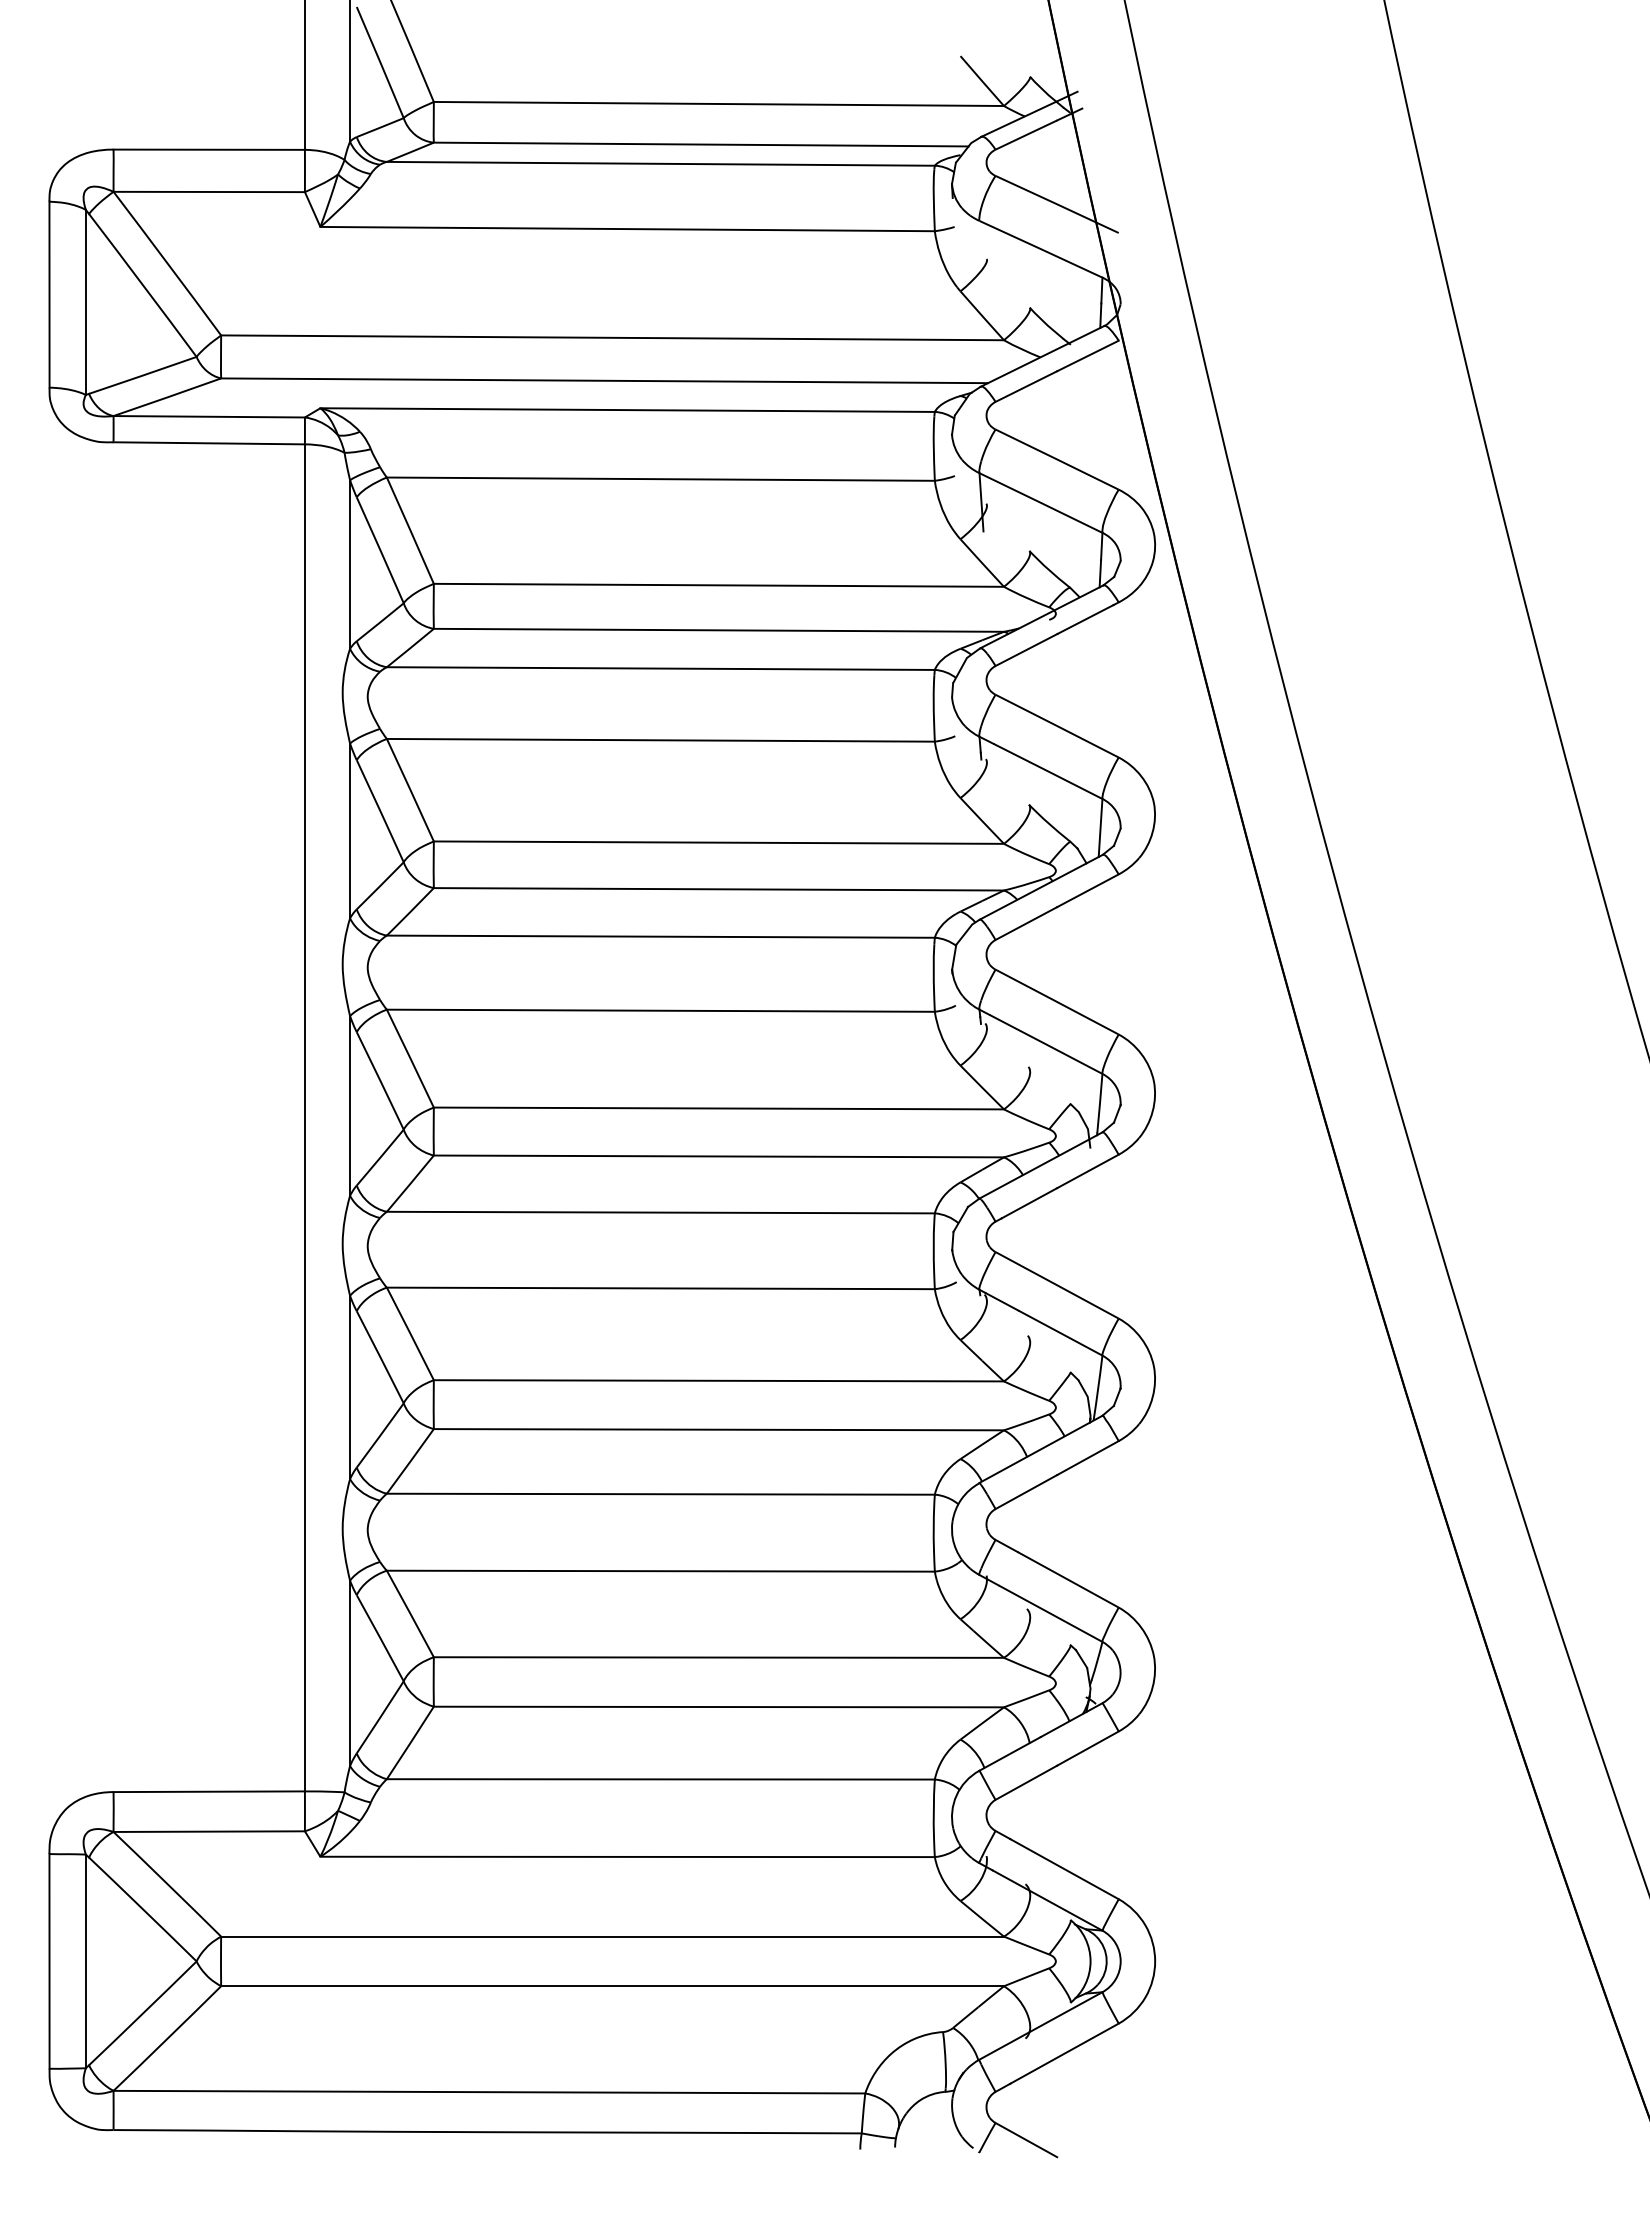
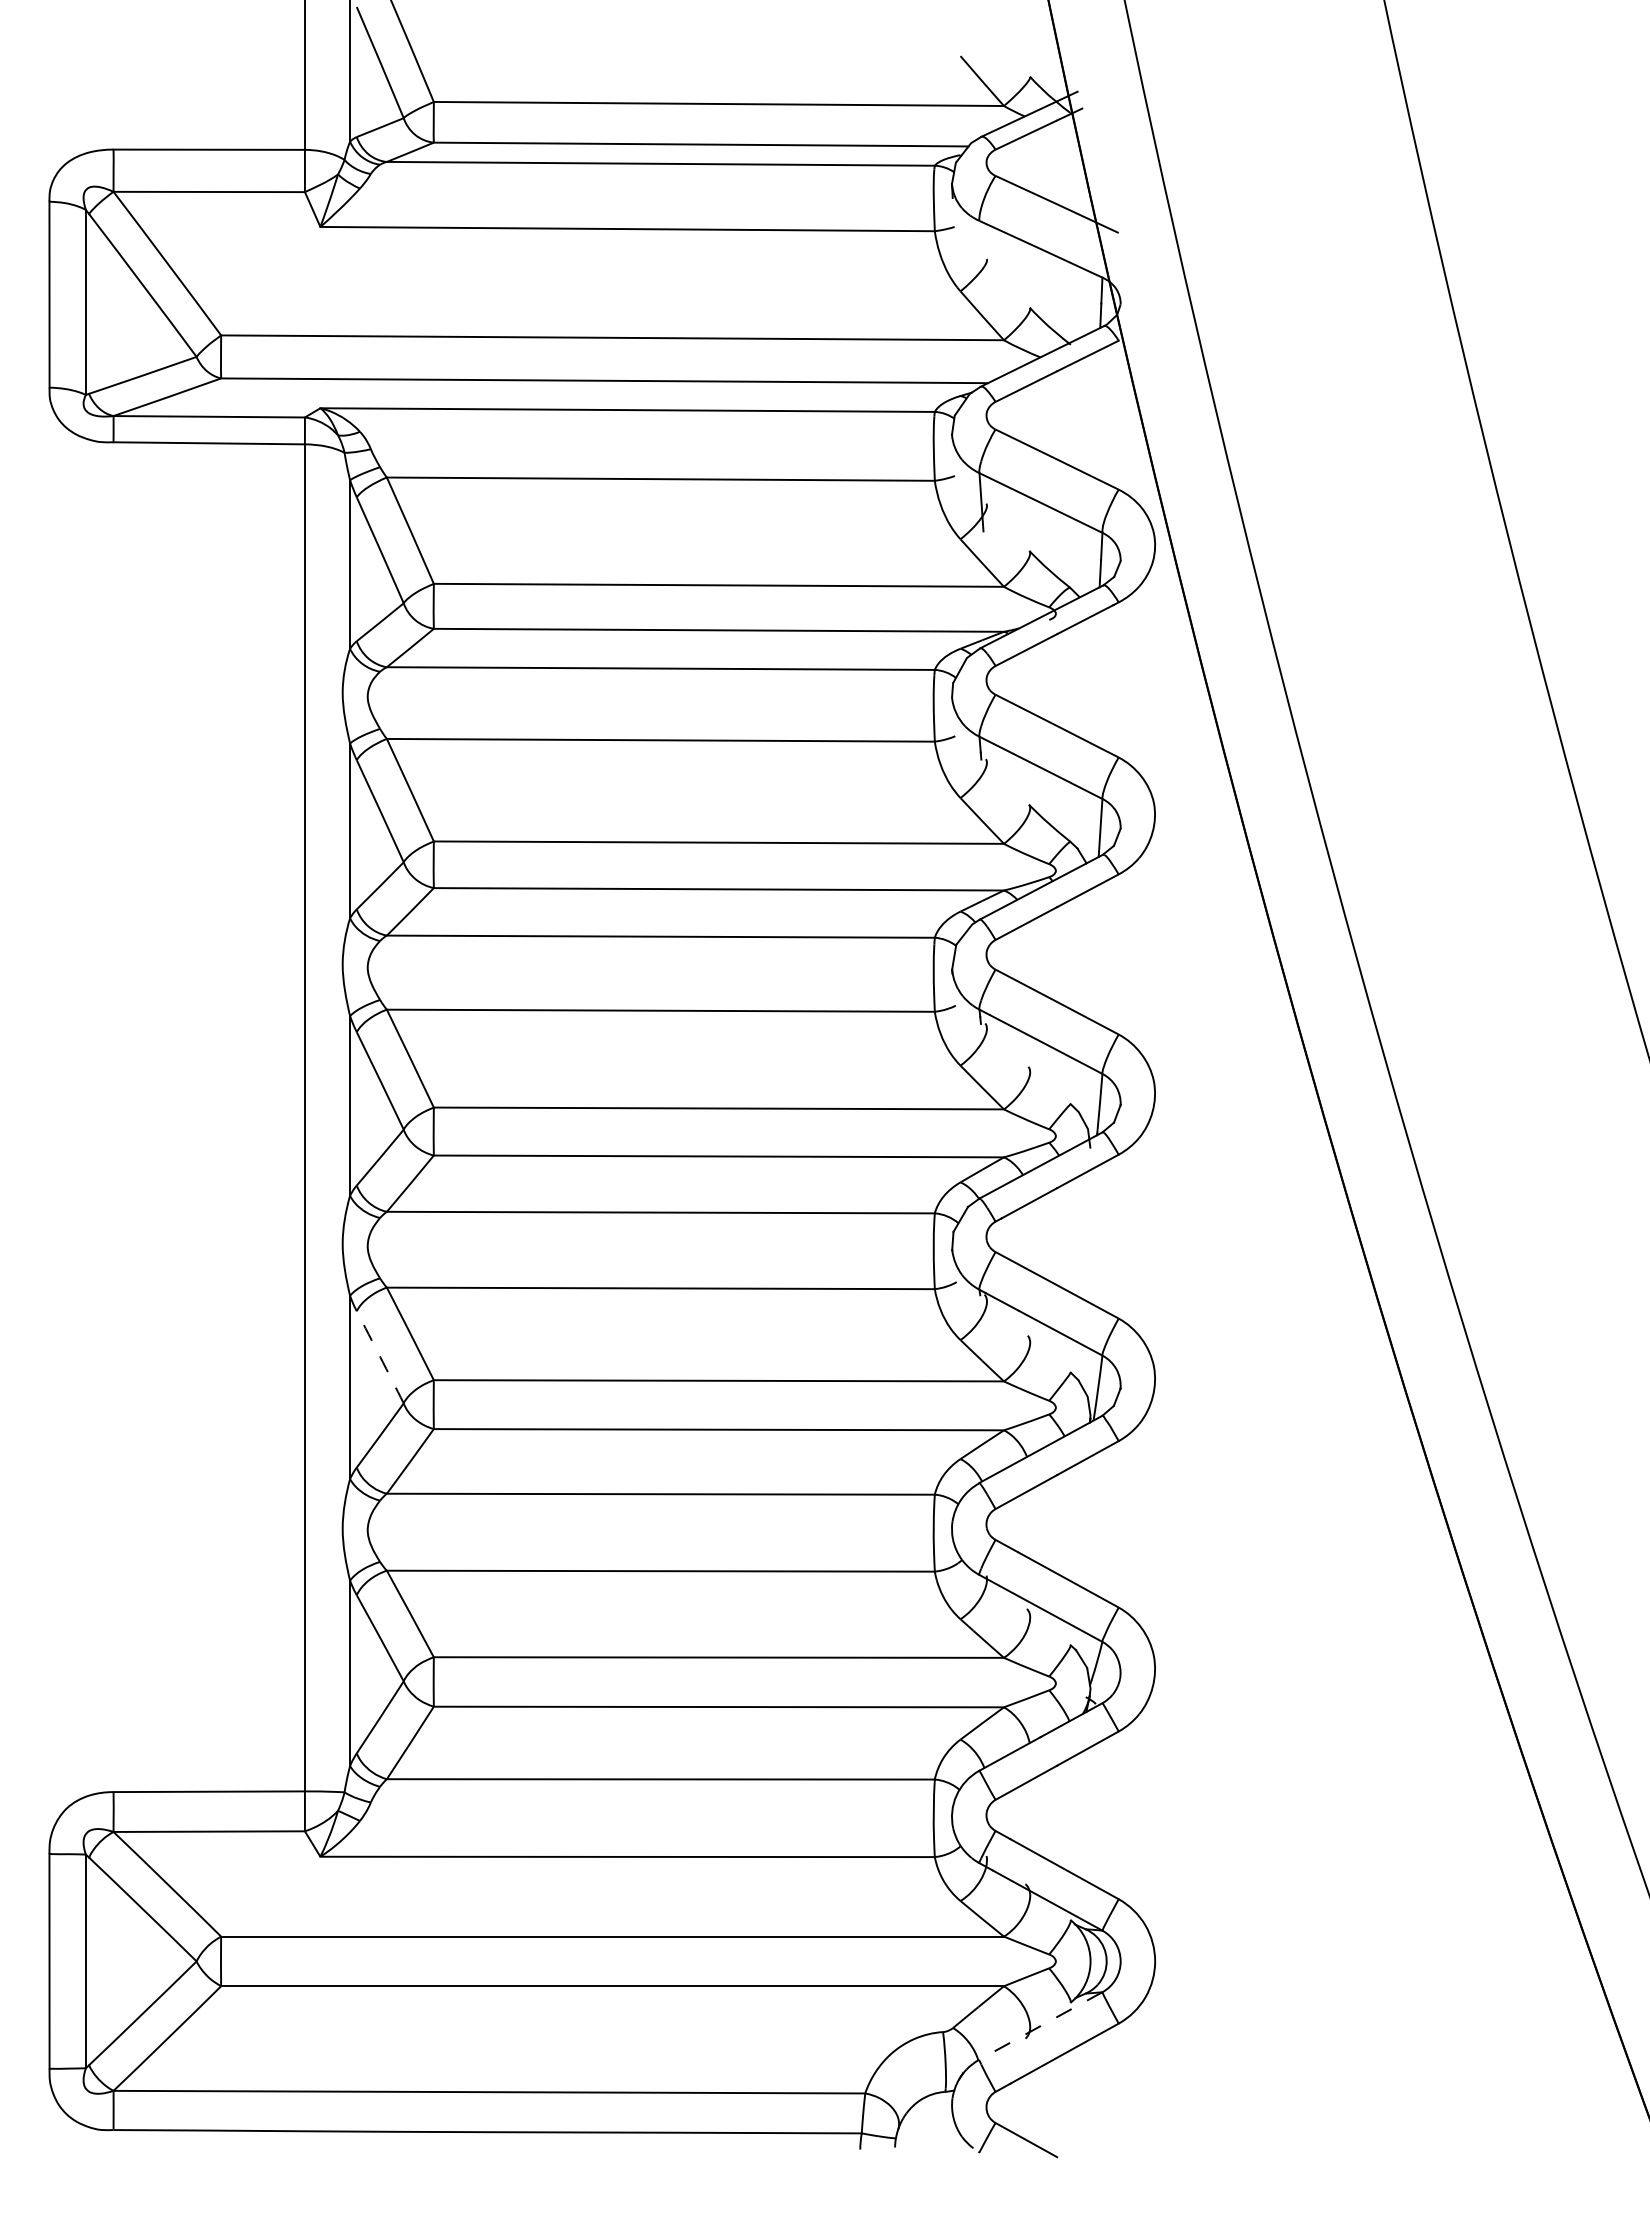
arc at (380, 1357): solid -> dashed
line at (1040, 2026): solid -> dashed
